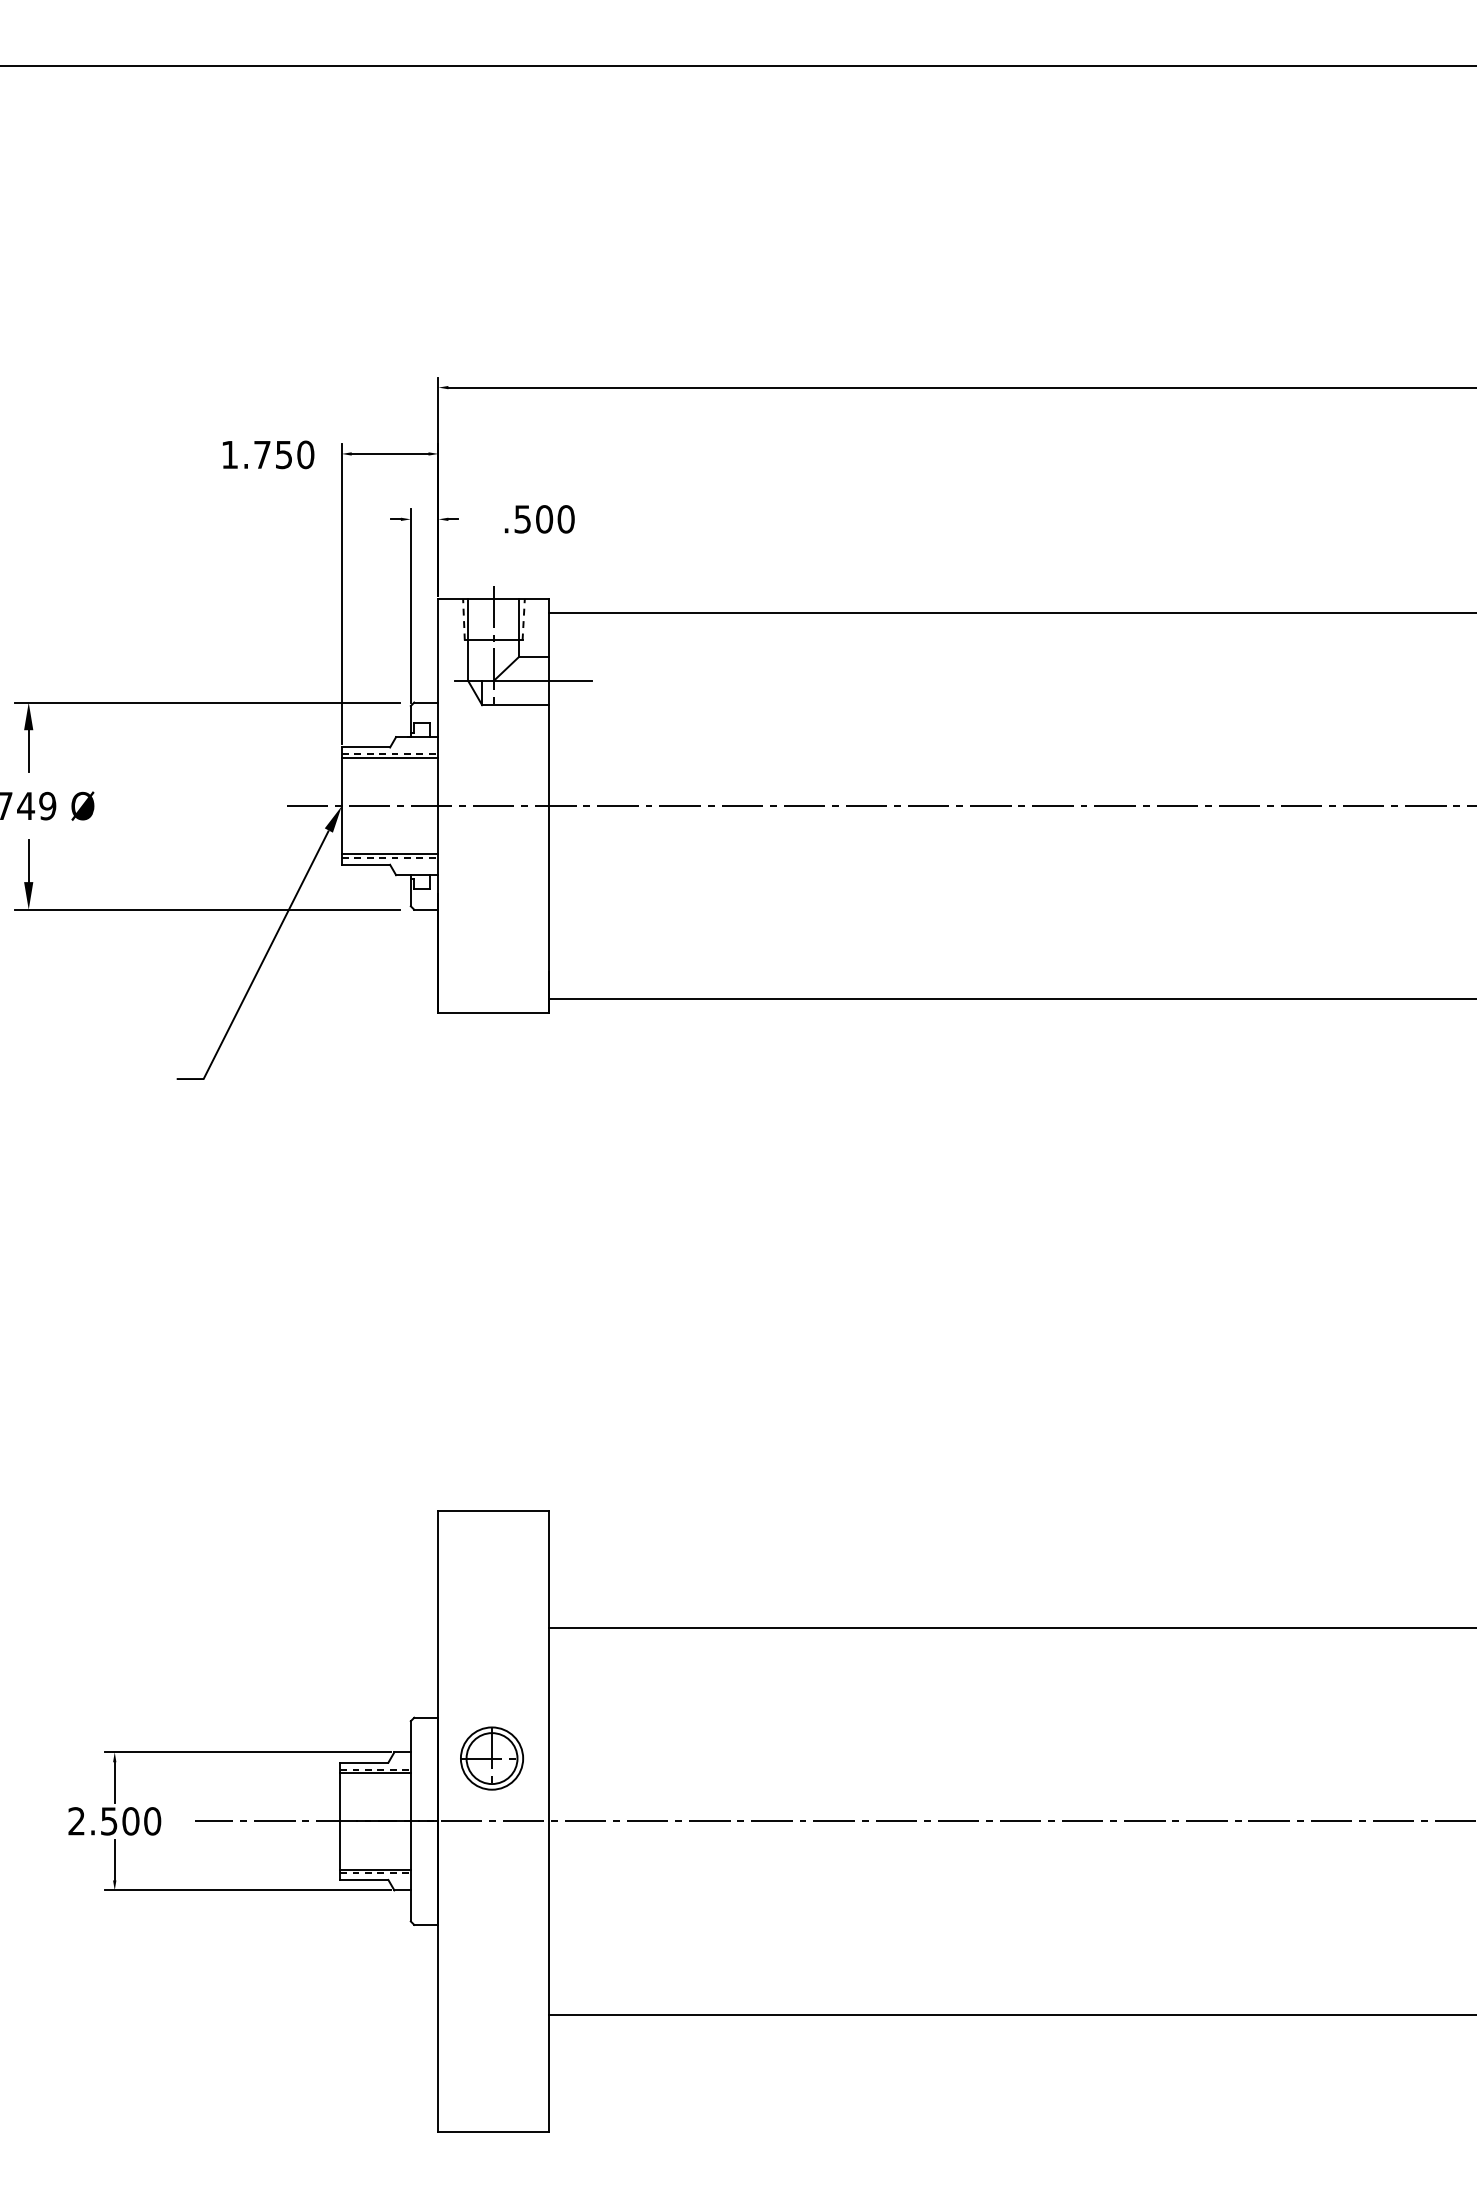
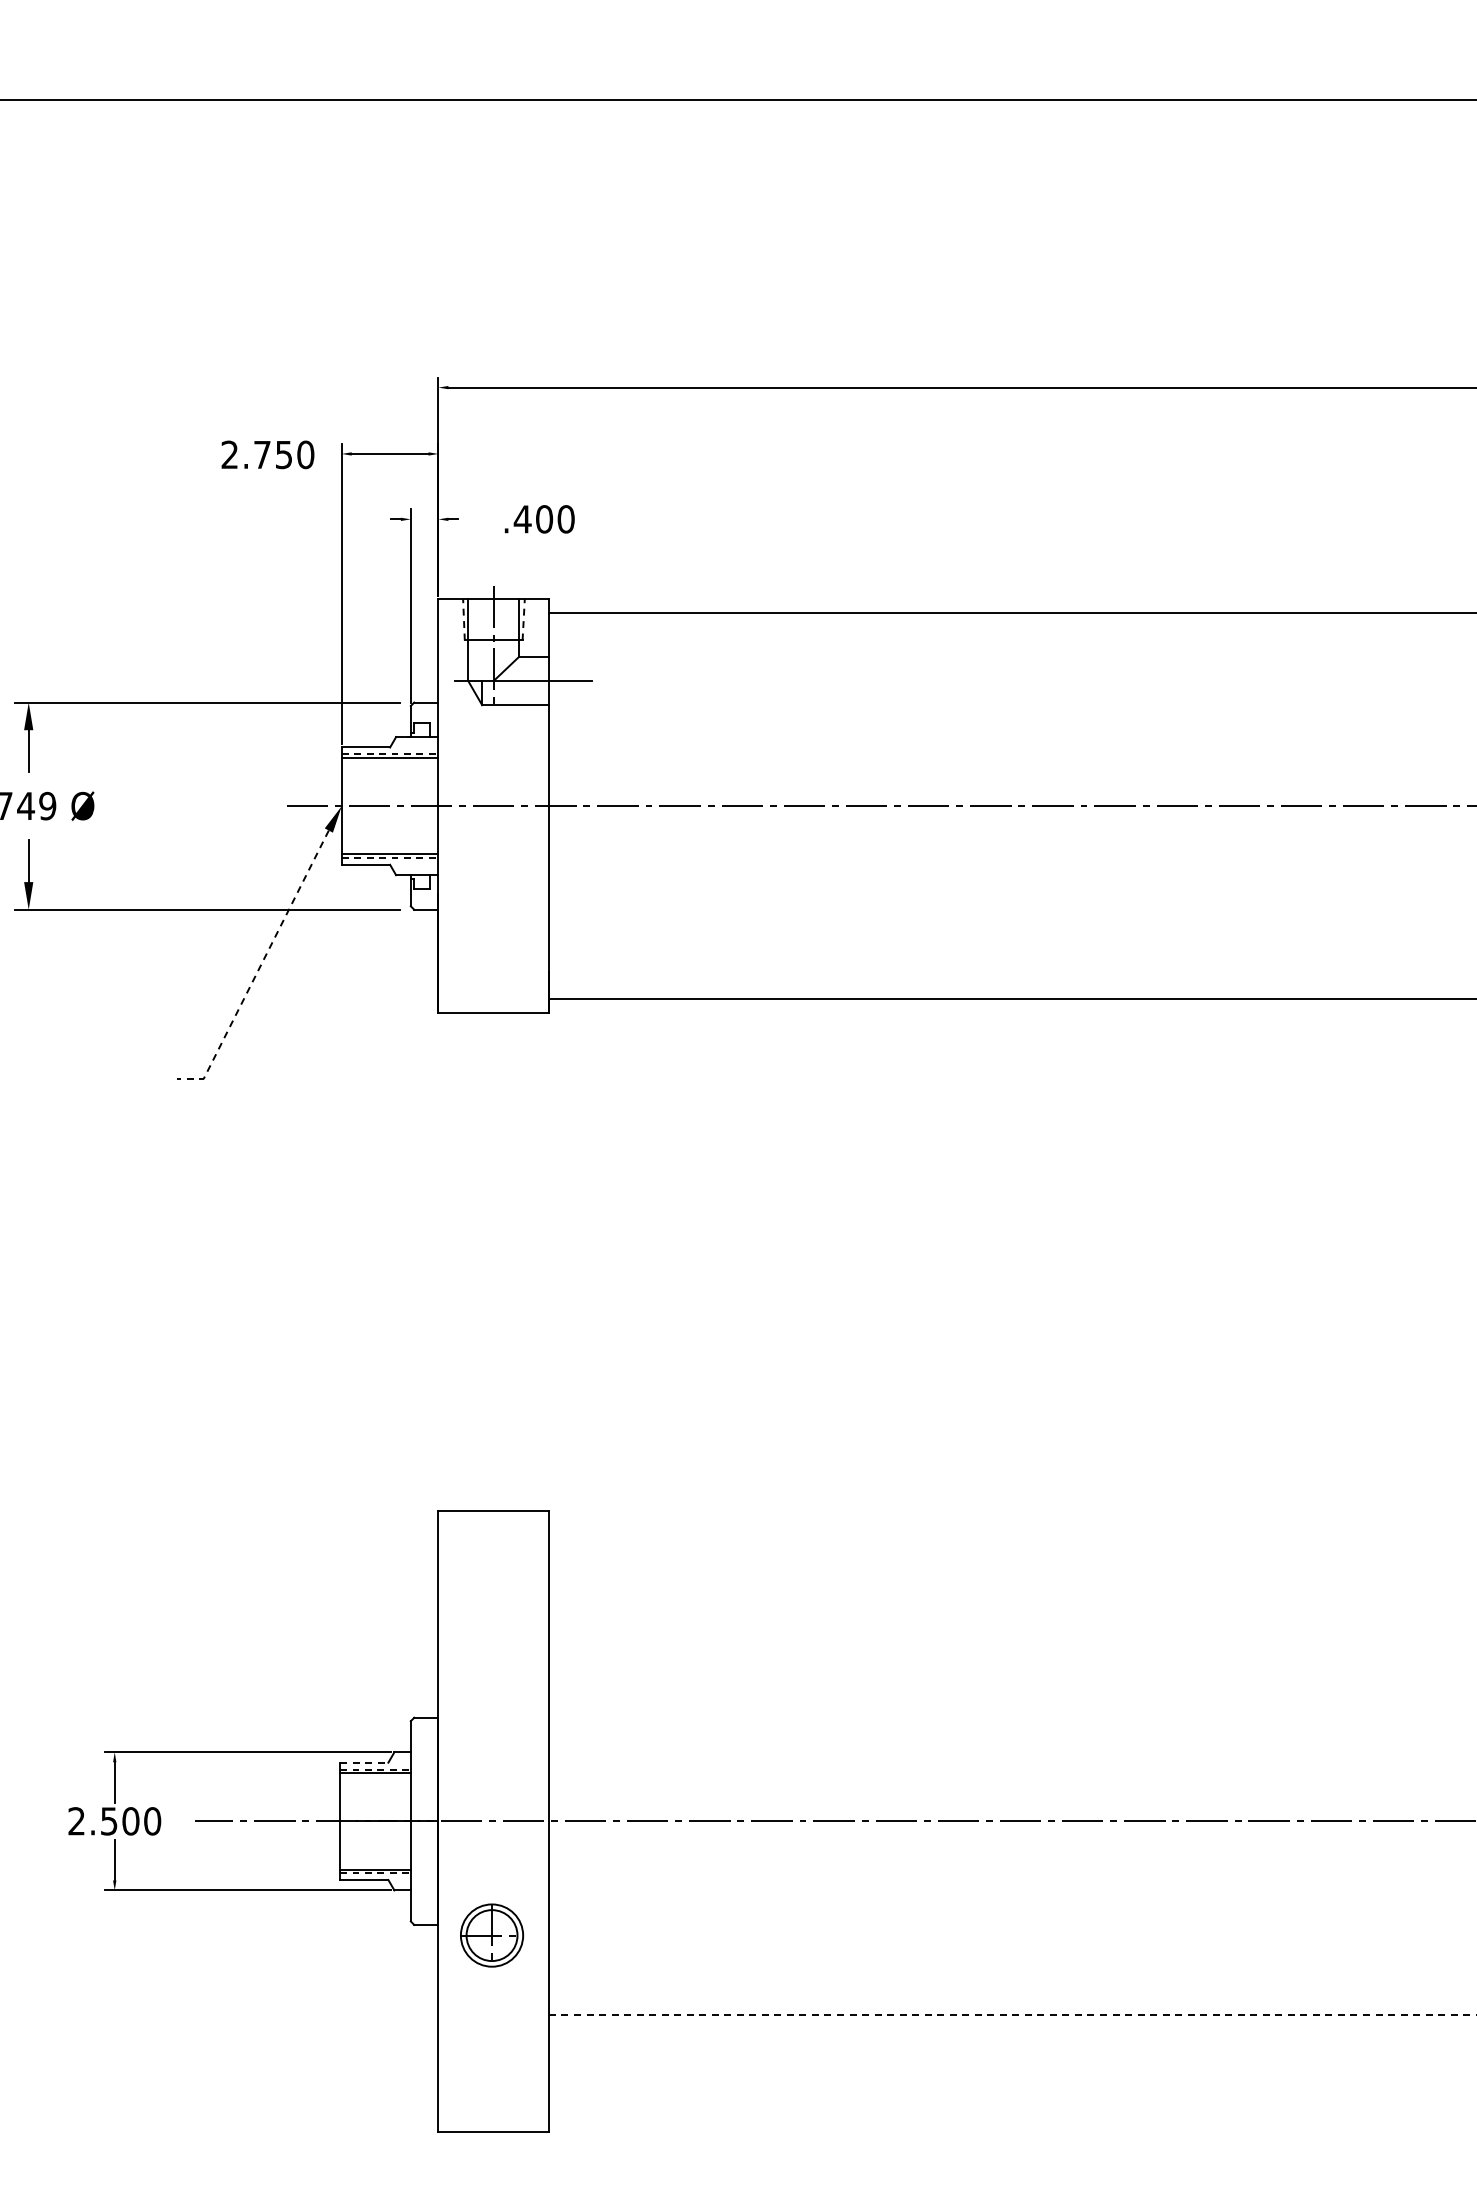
line at (737, 65) position: (737, 65) -> (737, 99)
text at (229, 454): 1.750 -> 2.750
text at (522, 519): .500 -> .400
line at (259, 967): solid -> dashed
line at (1010, 1627): present -> none
part at (492, 1758) position: (492, 1758) -> (492, 1935)
line at (364, 1762): solid -> dashed
line at (1012, 2014): solid -> dashed
